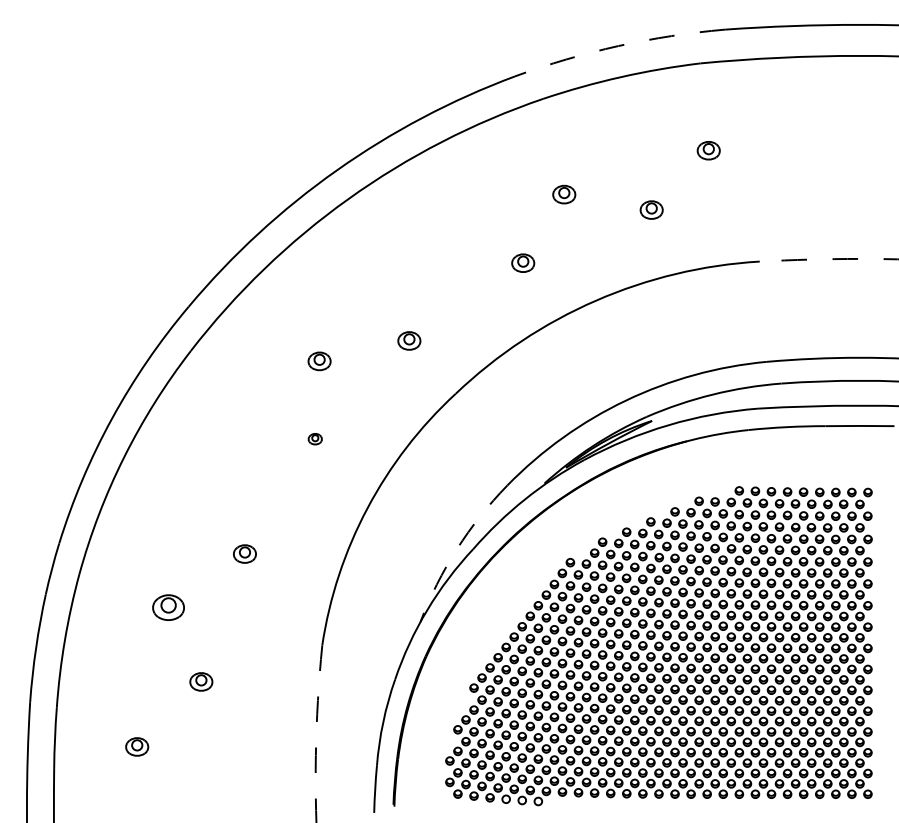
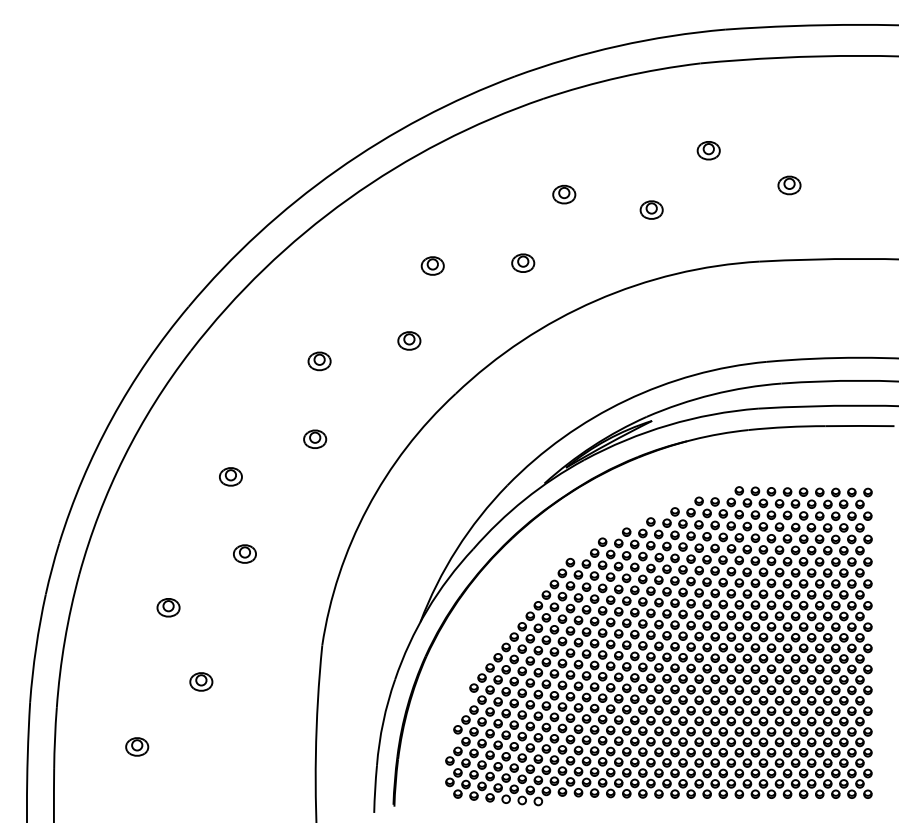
arc at (618, 46): dashed -> solid
part at (789, 185): none -> present
arc at (829, 259): dashed -> solid
part at (432, 265): none -> present
part at (314, 439) size: 16x13 px -> 25x20 px
part at (230, 476): none -> present
arc at (456, 549): dashed -> solid
part at (168, 607) size: 33x27 px -> 25x20 px
arc at (316, 733): dashed -> solid
